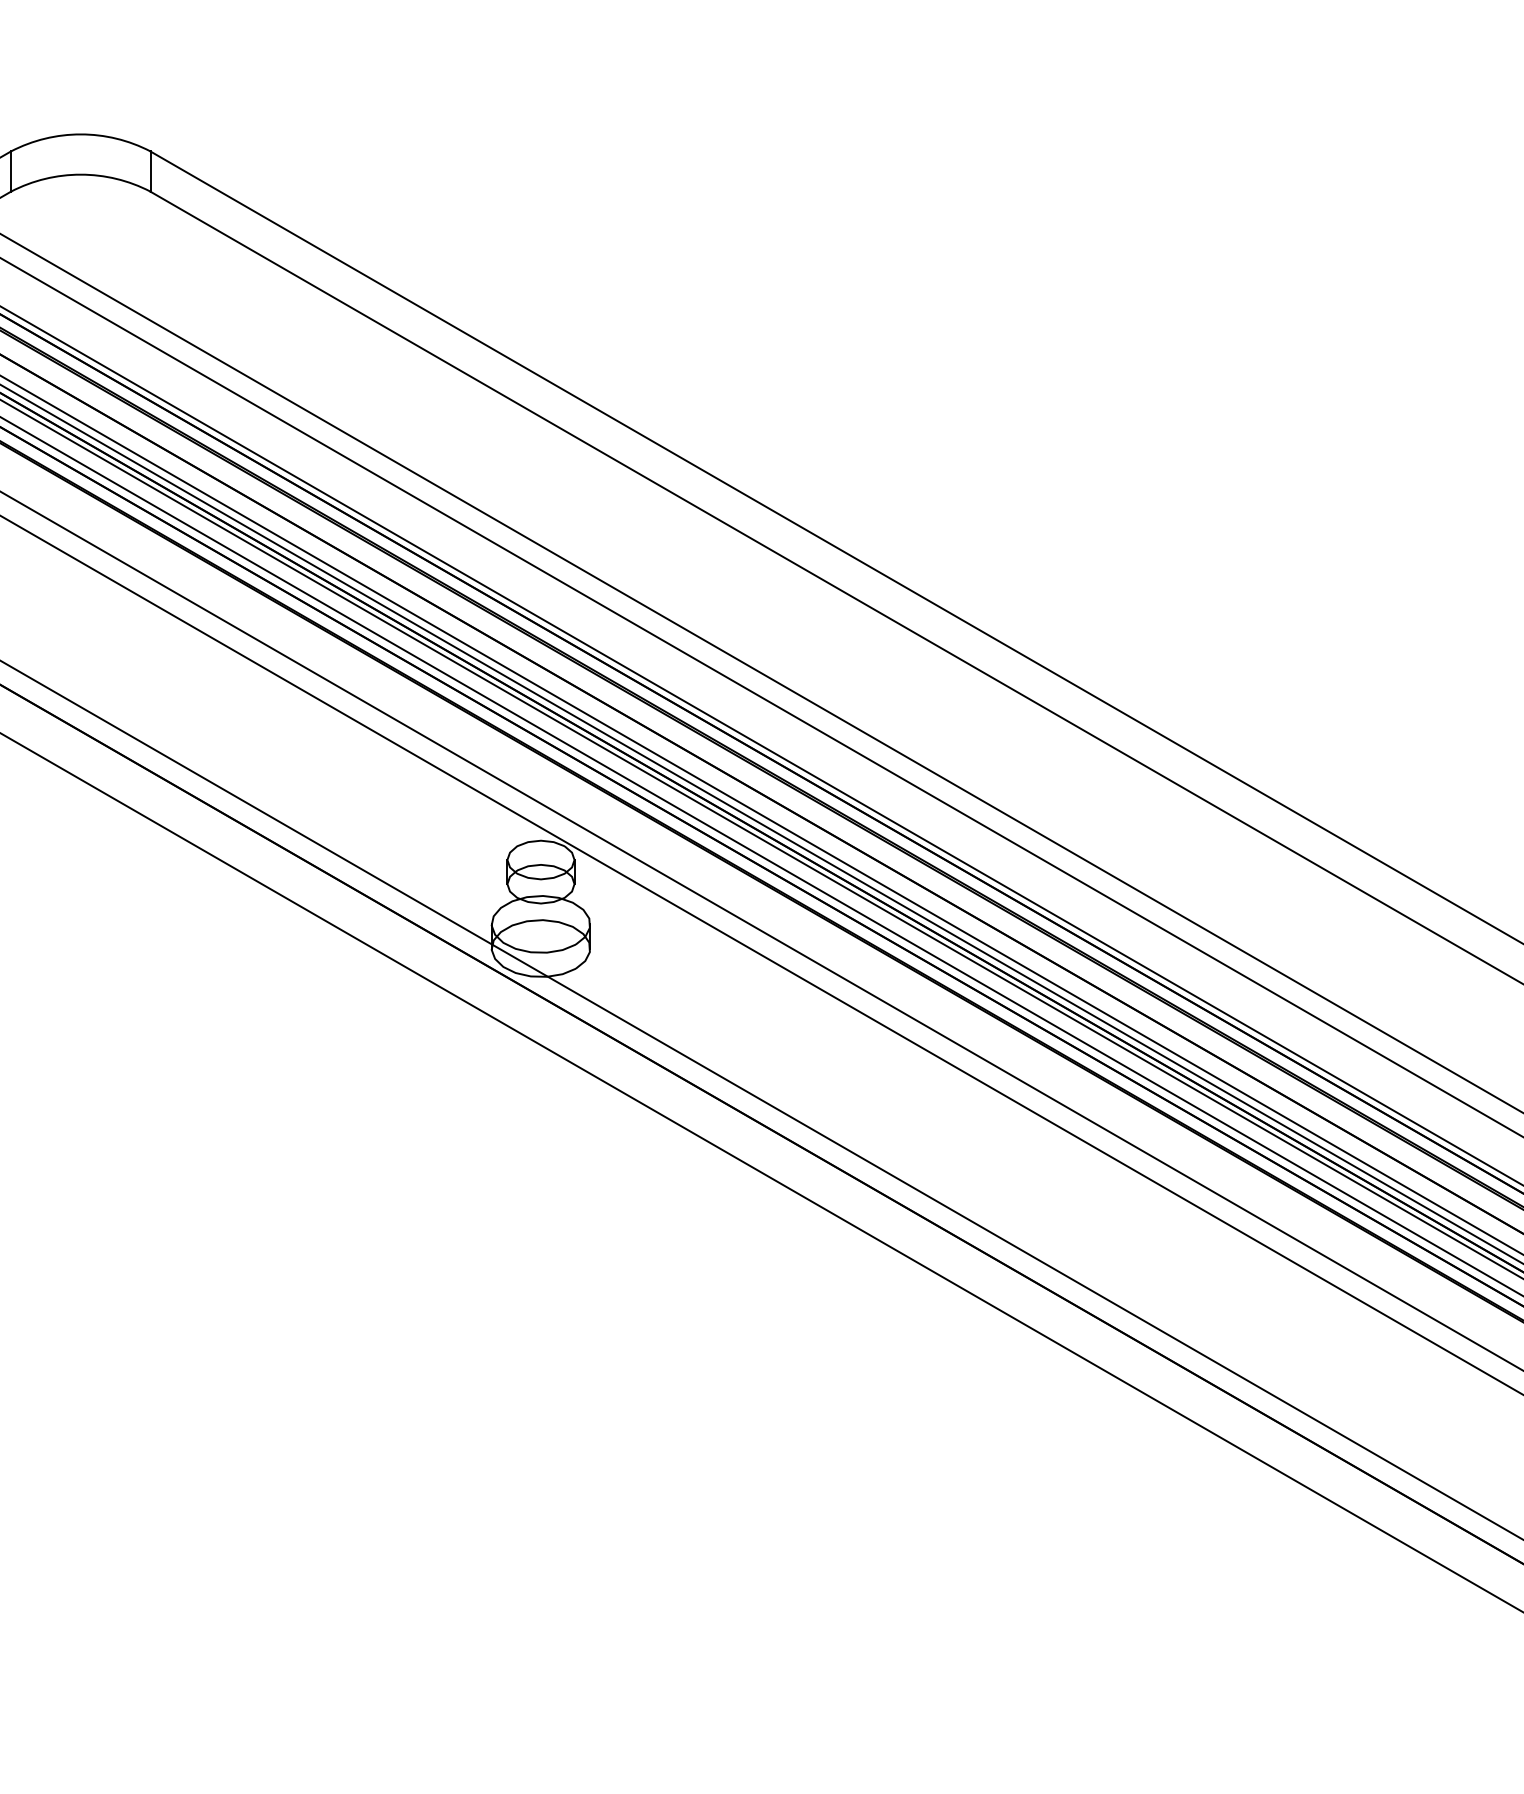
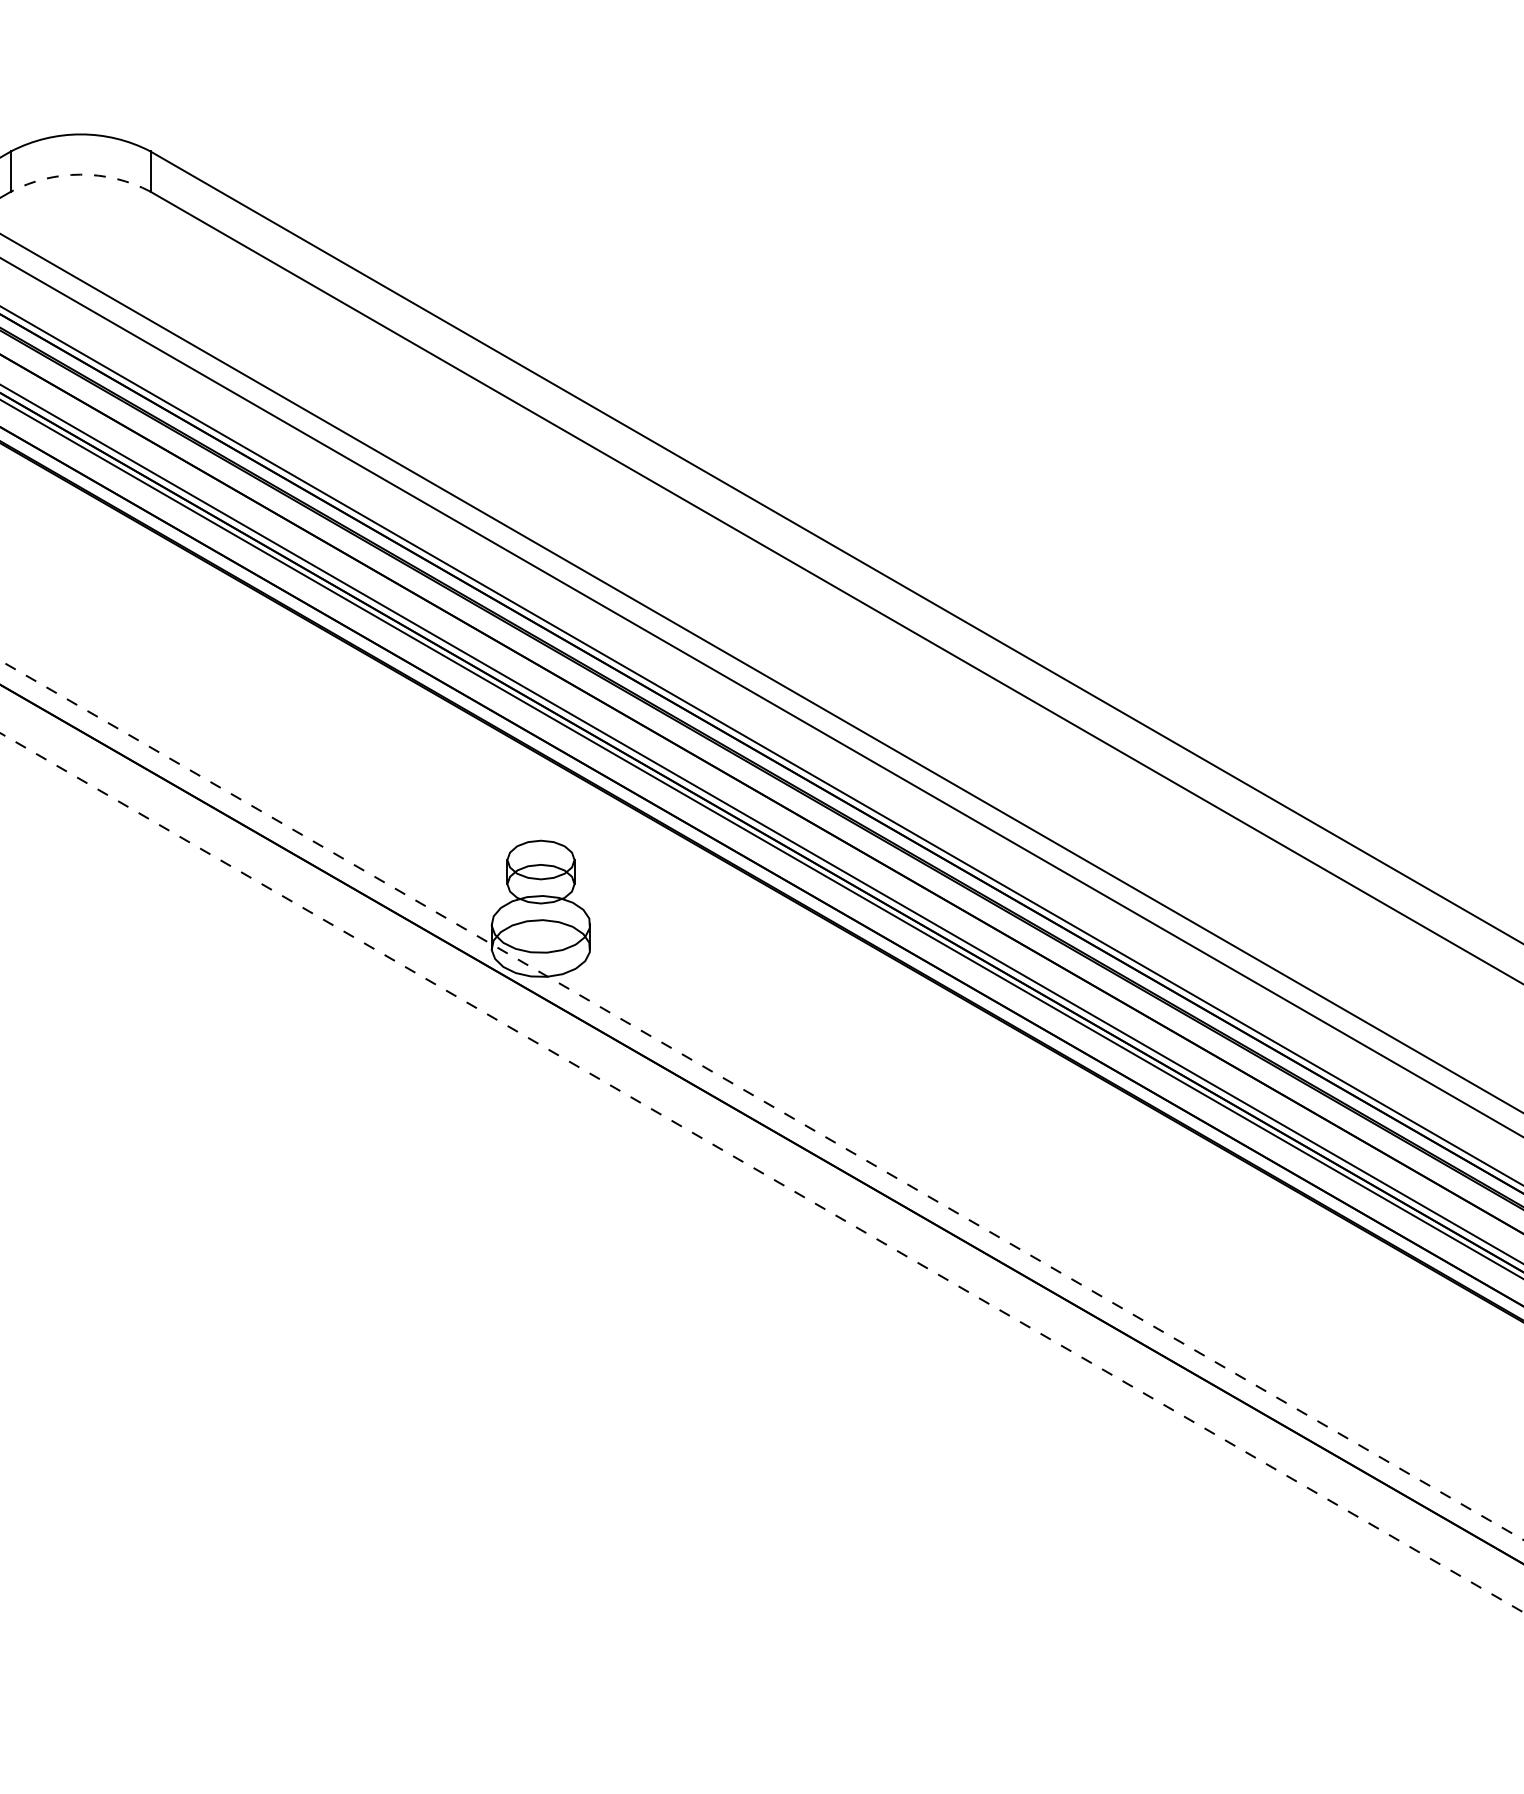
arc at (80, 174): solid -> dashed
line at (761, 814): present -> none
line at (761, 856): present -> none
line at (761, 930): present -> none
line at (761, 954): present -> none
line at (761, 1100): solid -> dashed
line at (762, 1173): solid -> dashed
